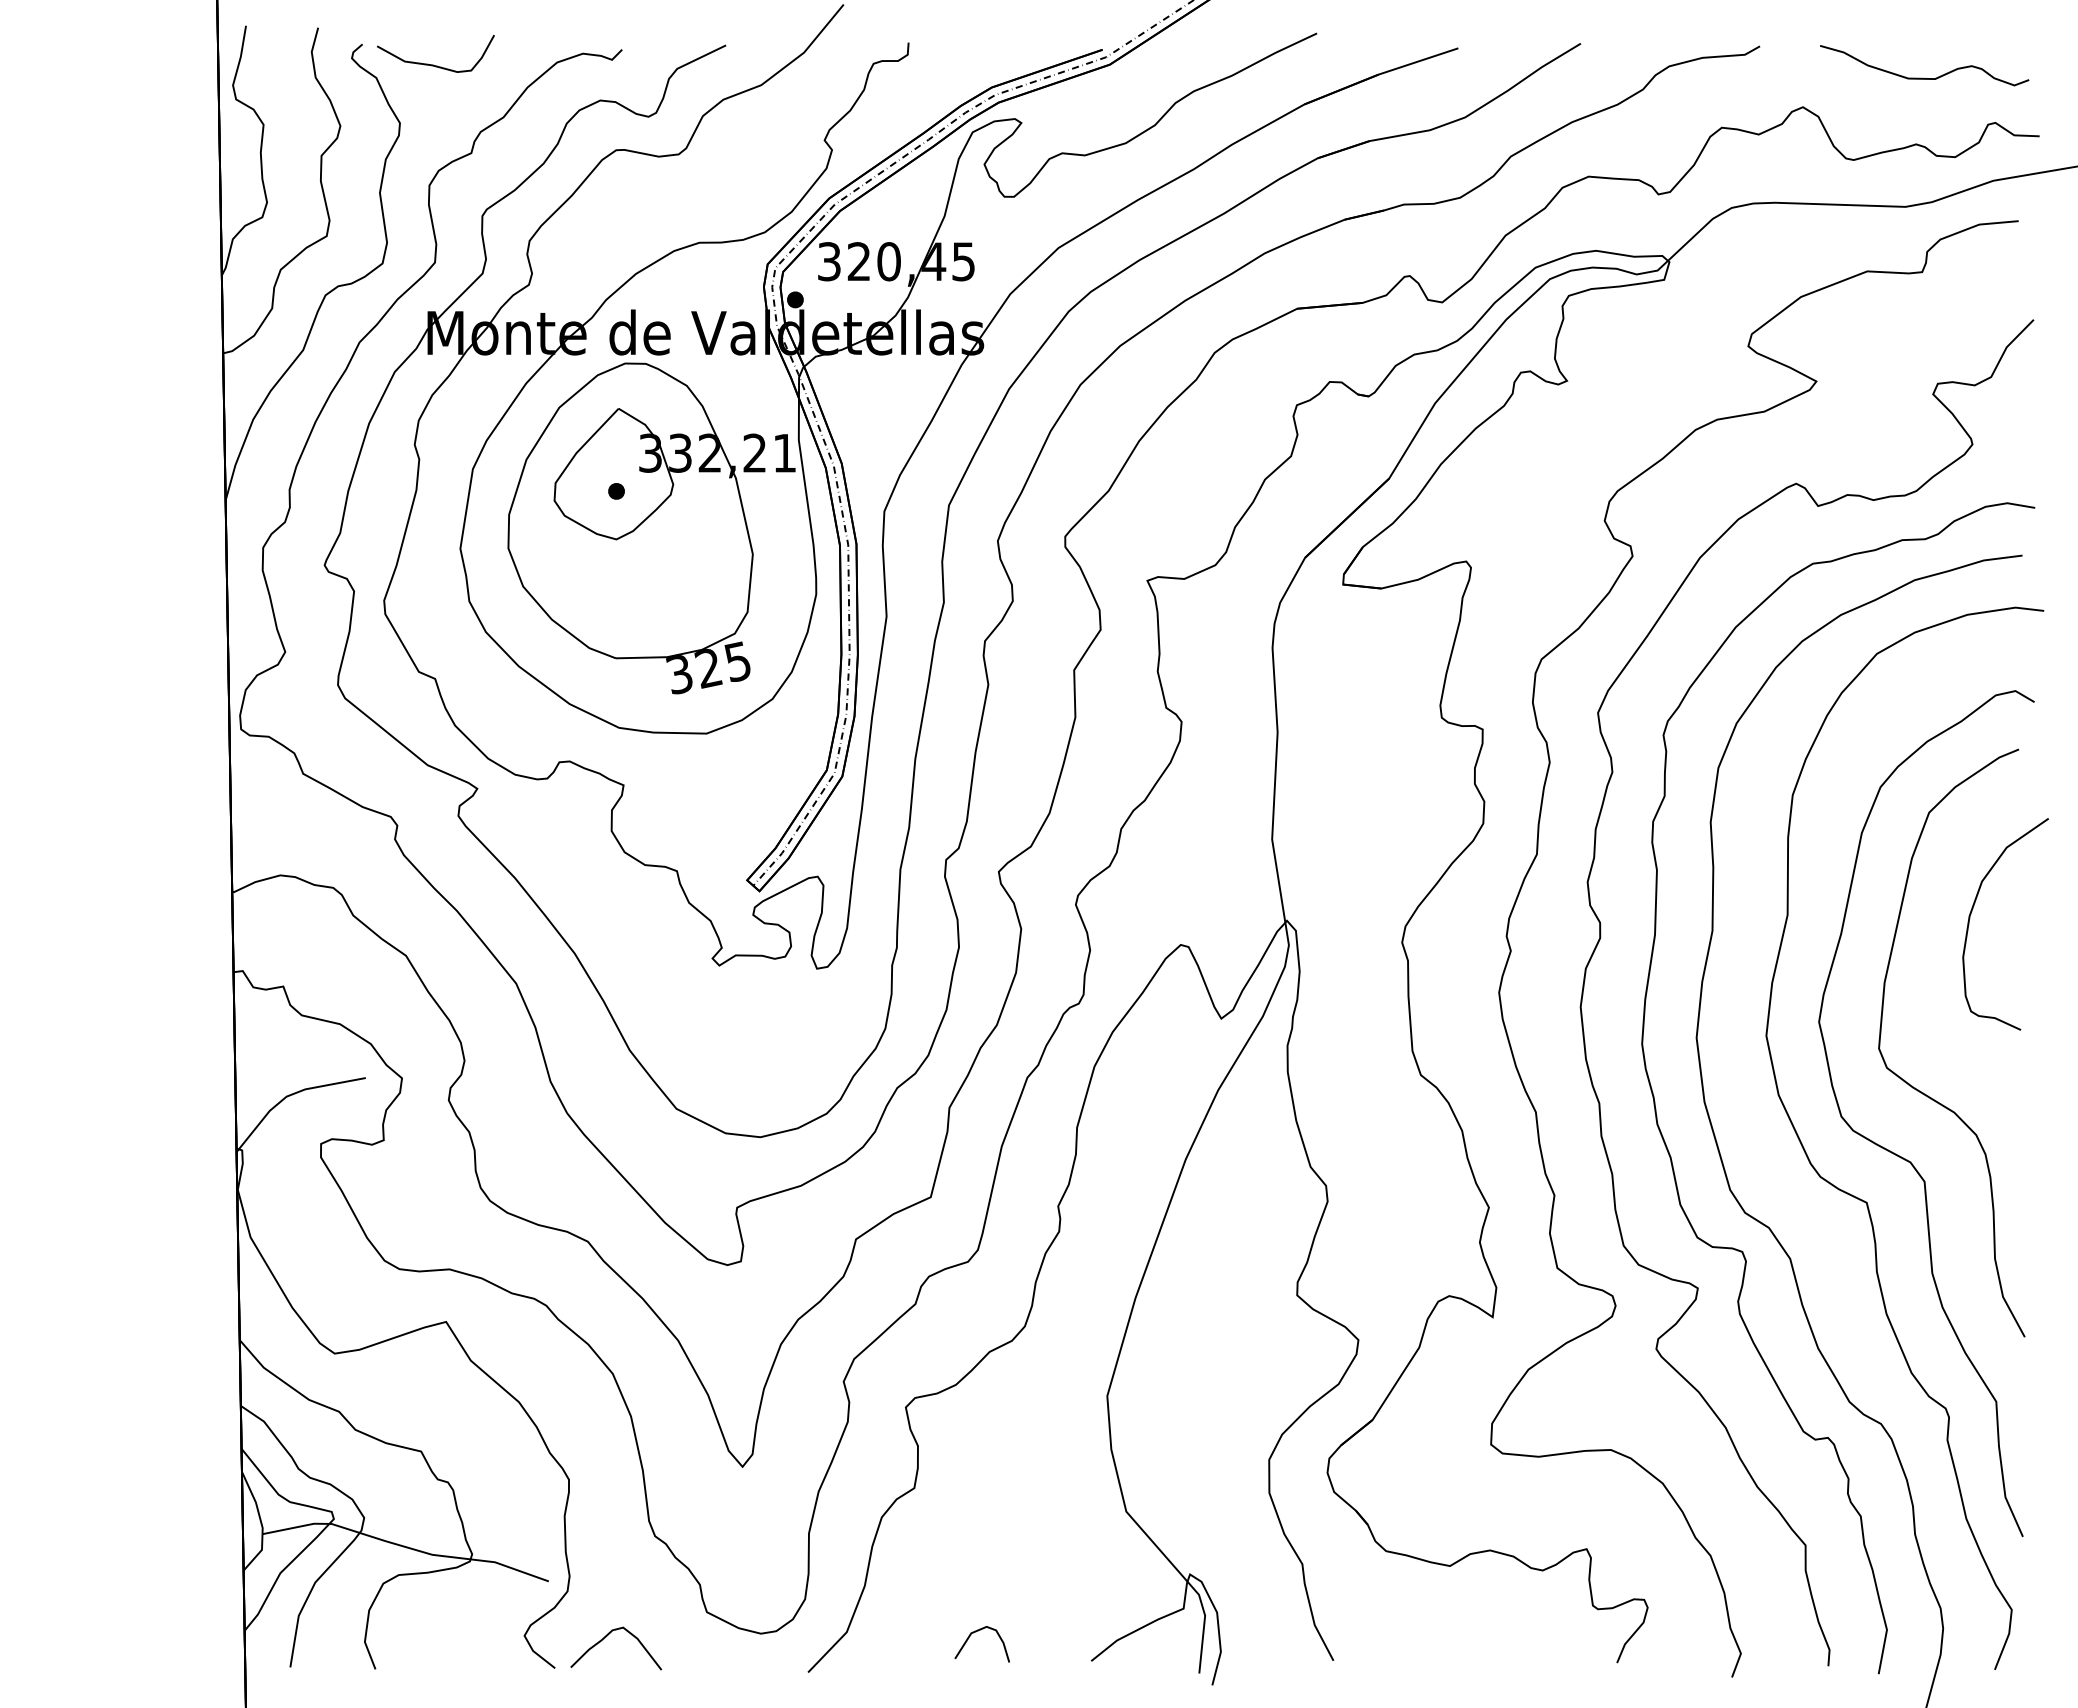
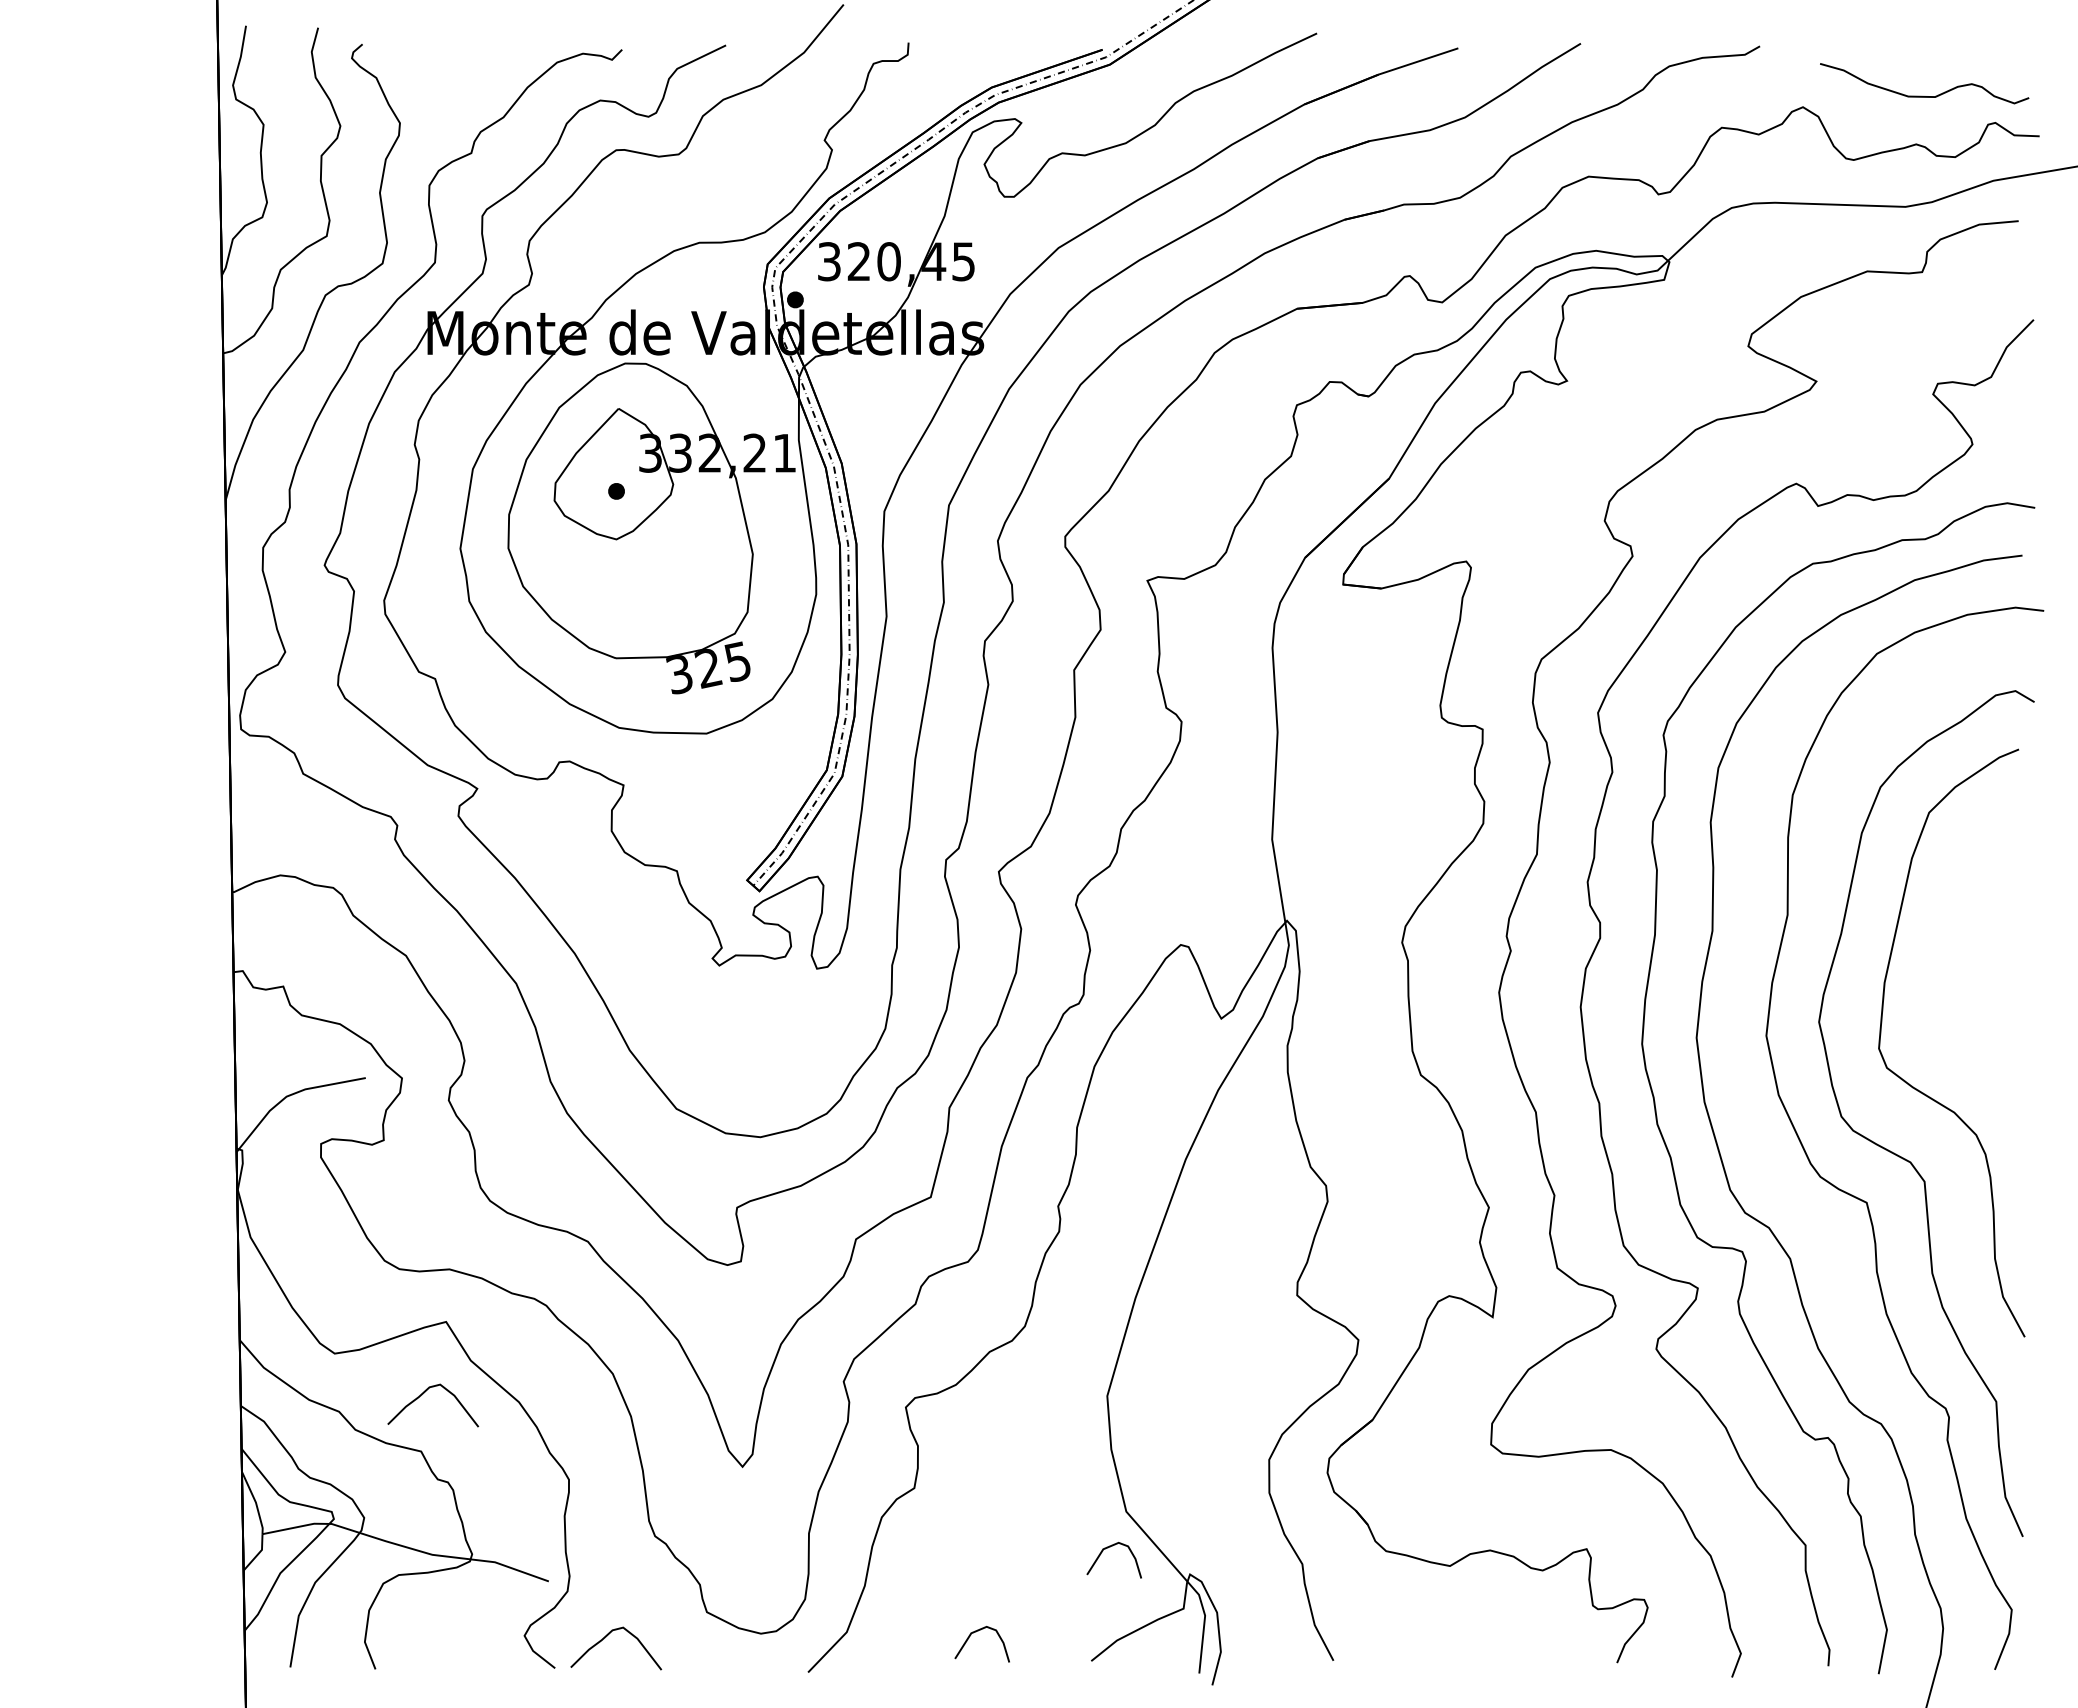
curve at (433, 64): present -> none
curve at (1922, 77) position: (1922, 77) -> (1922, 95)
curve at (1971, 914): present -> none
curve at (423, 1394): none -> present
curve at (1108, 1548): none -> present
